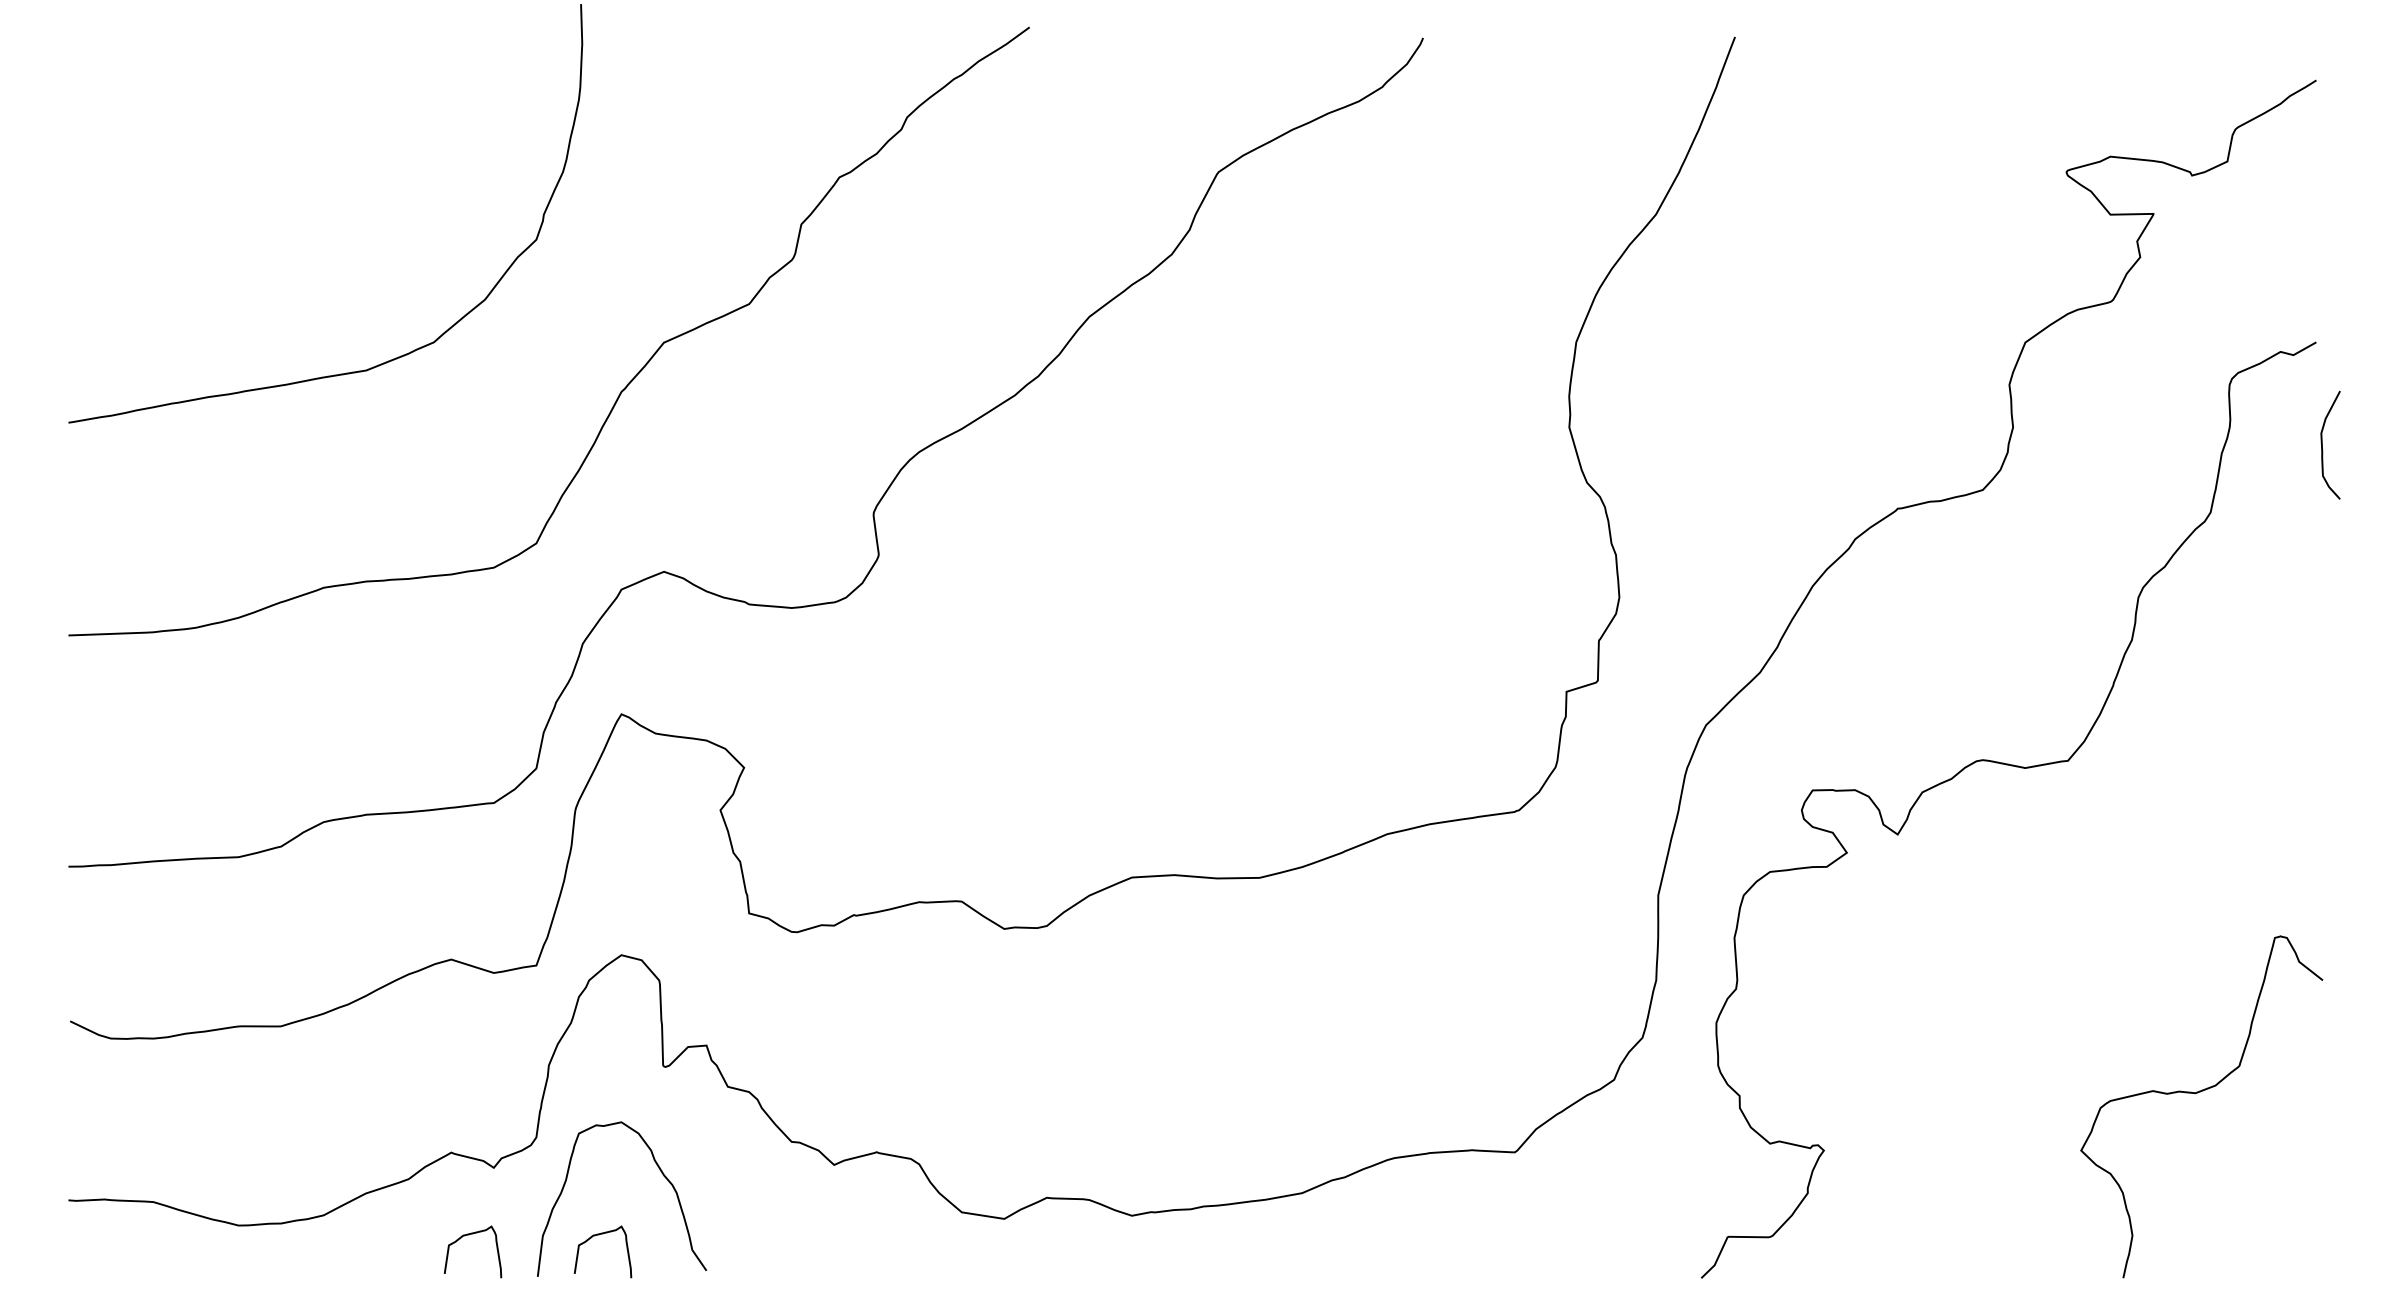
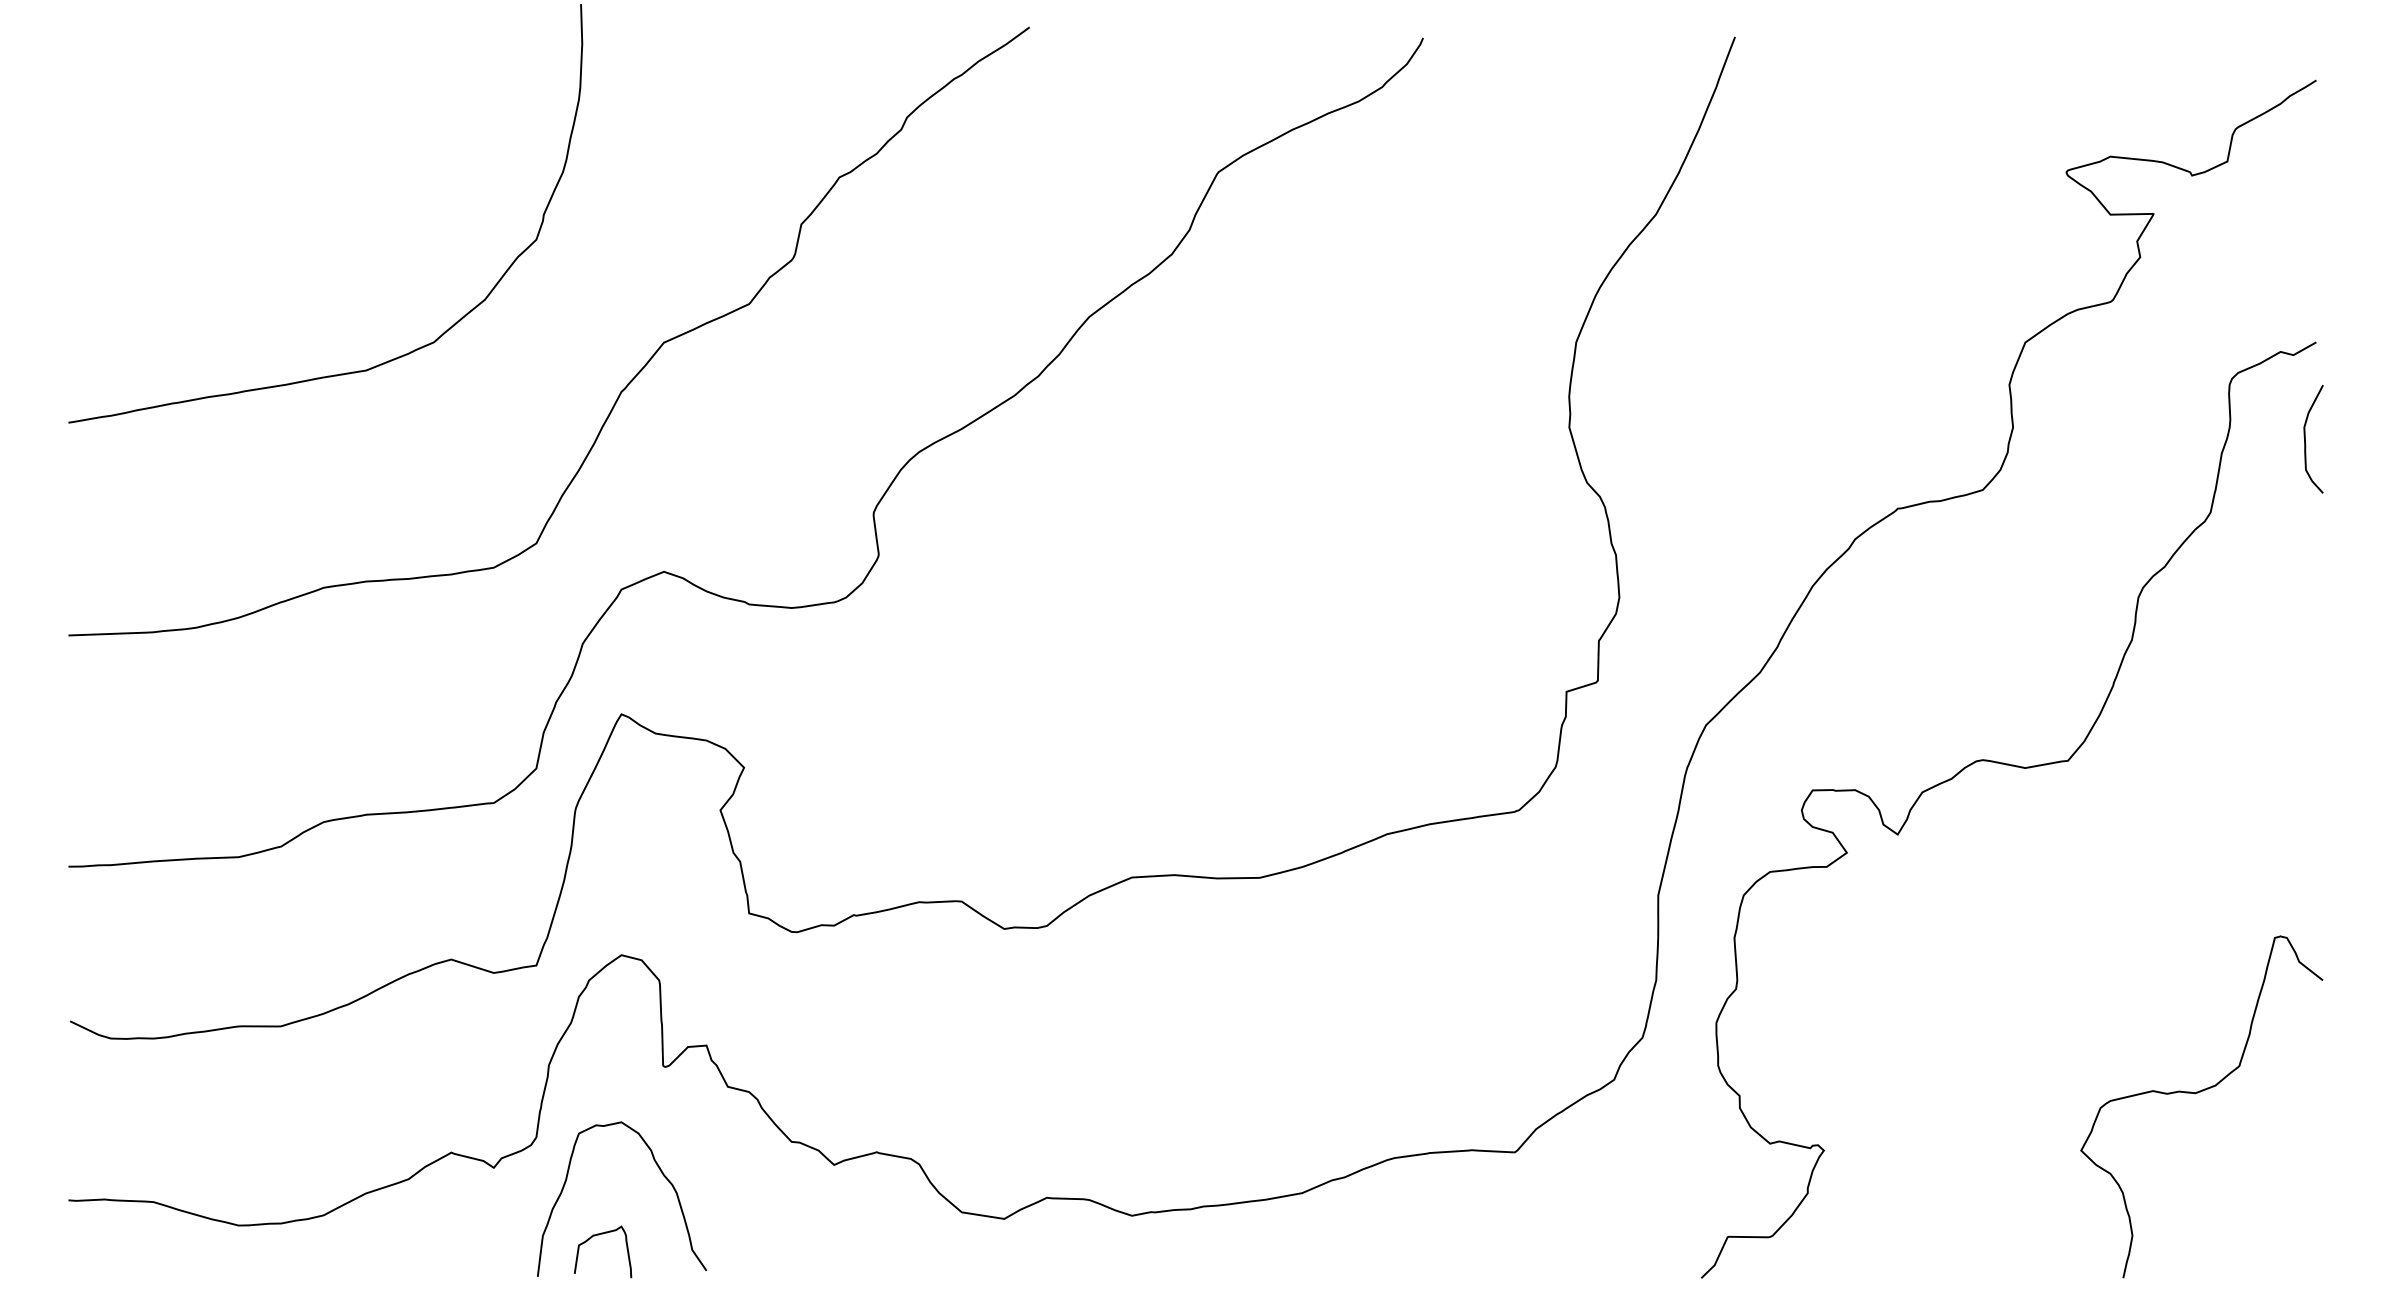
curve at (2322, 444) position: (2322, 444) -> (2305, 438)
curve at (469, 1235): present -> none
